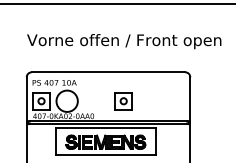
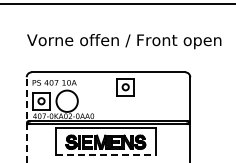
part at (123, 101) position: (123, 101) -> (125, 87)
line at (26, 119): solid -> dashed
line at (106, 154): solid -> dashed
